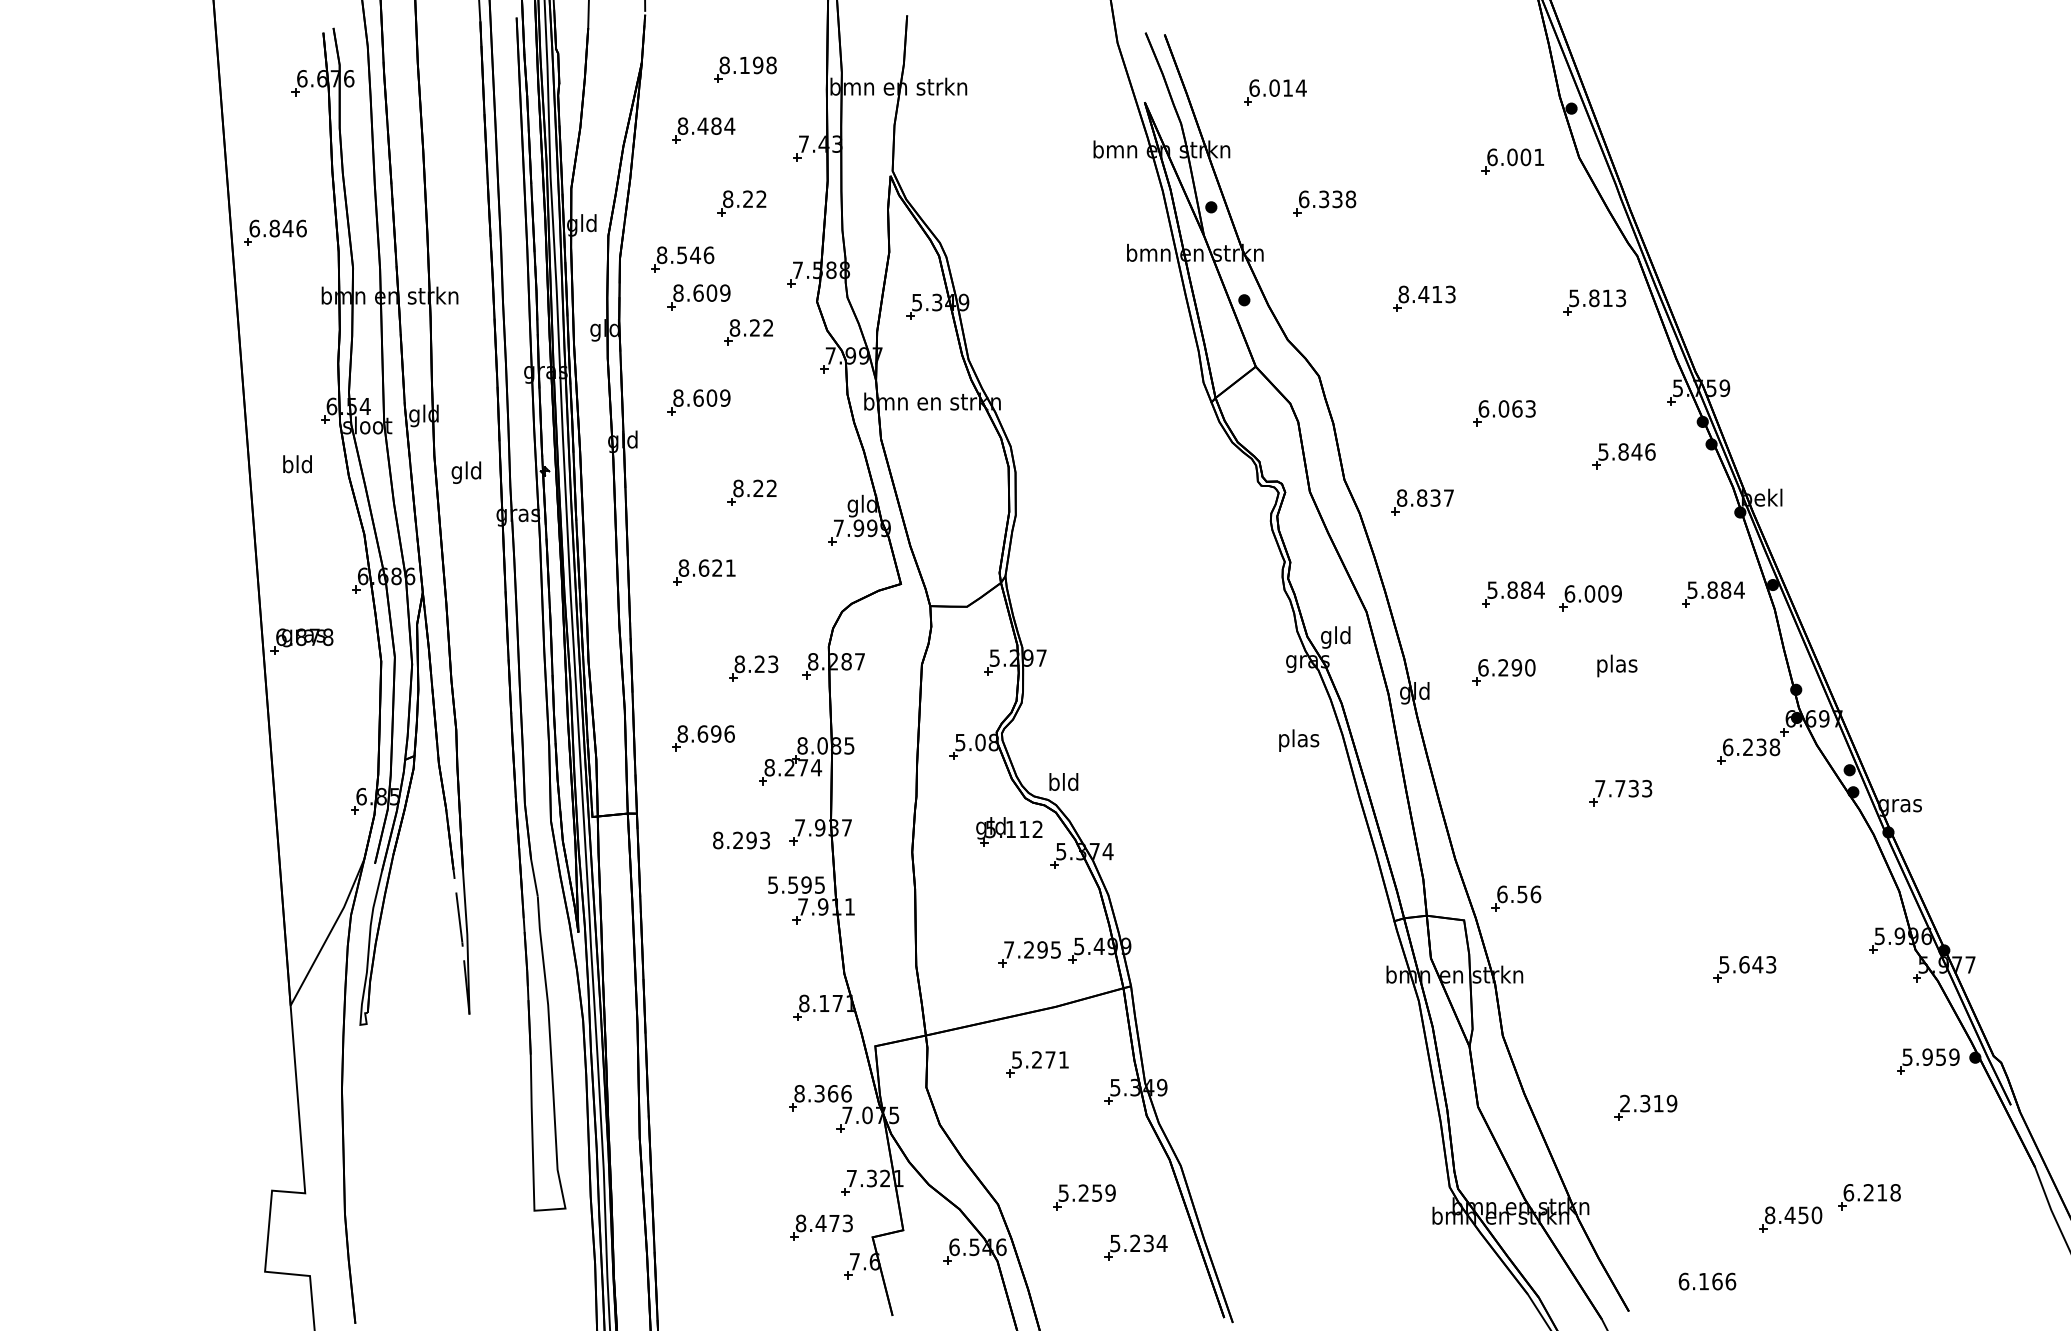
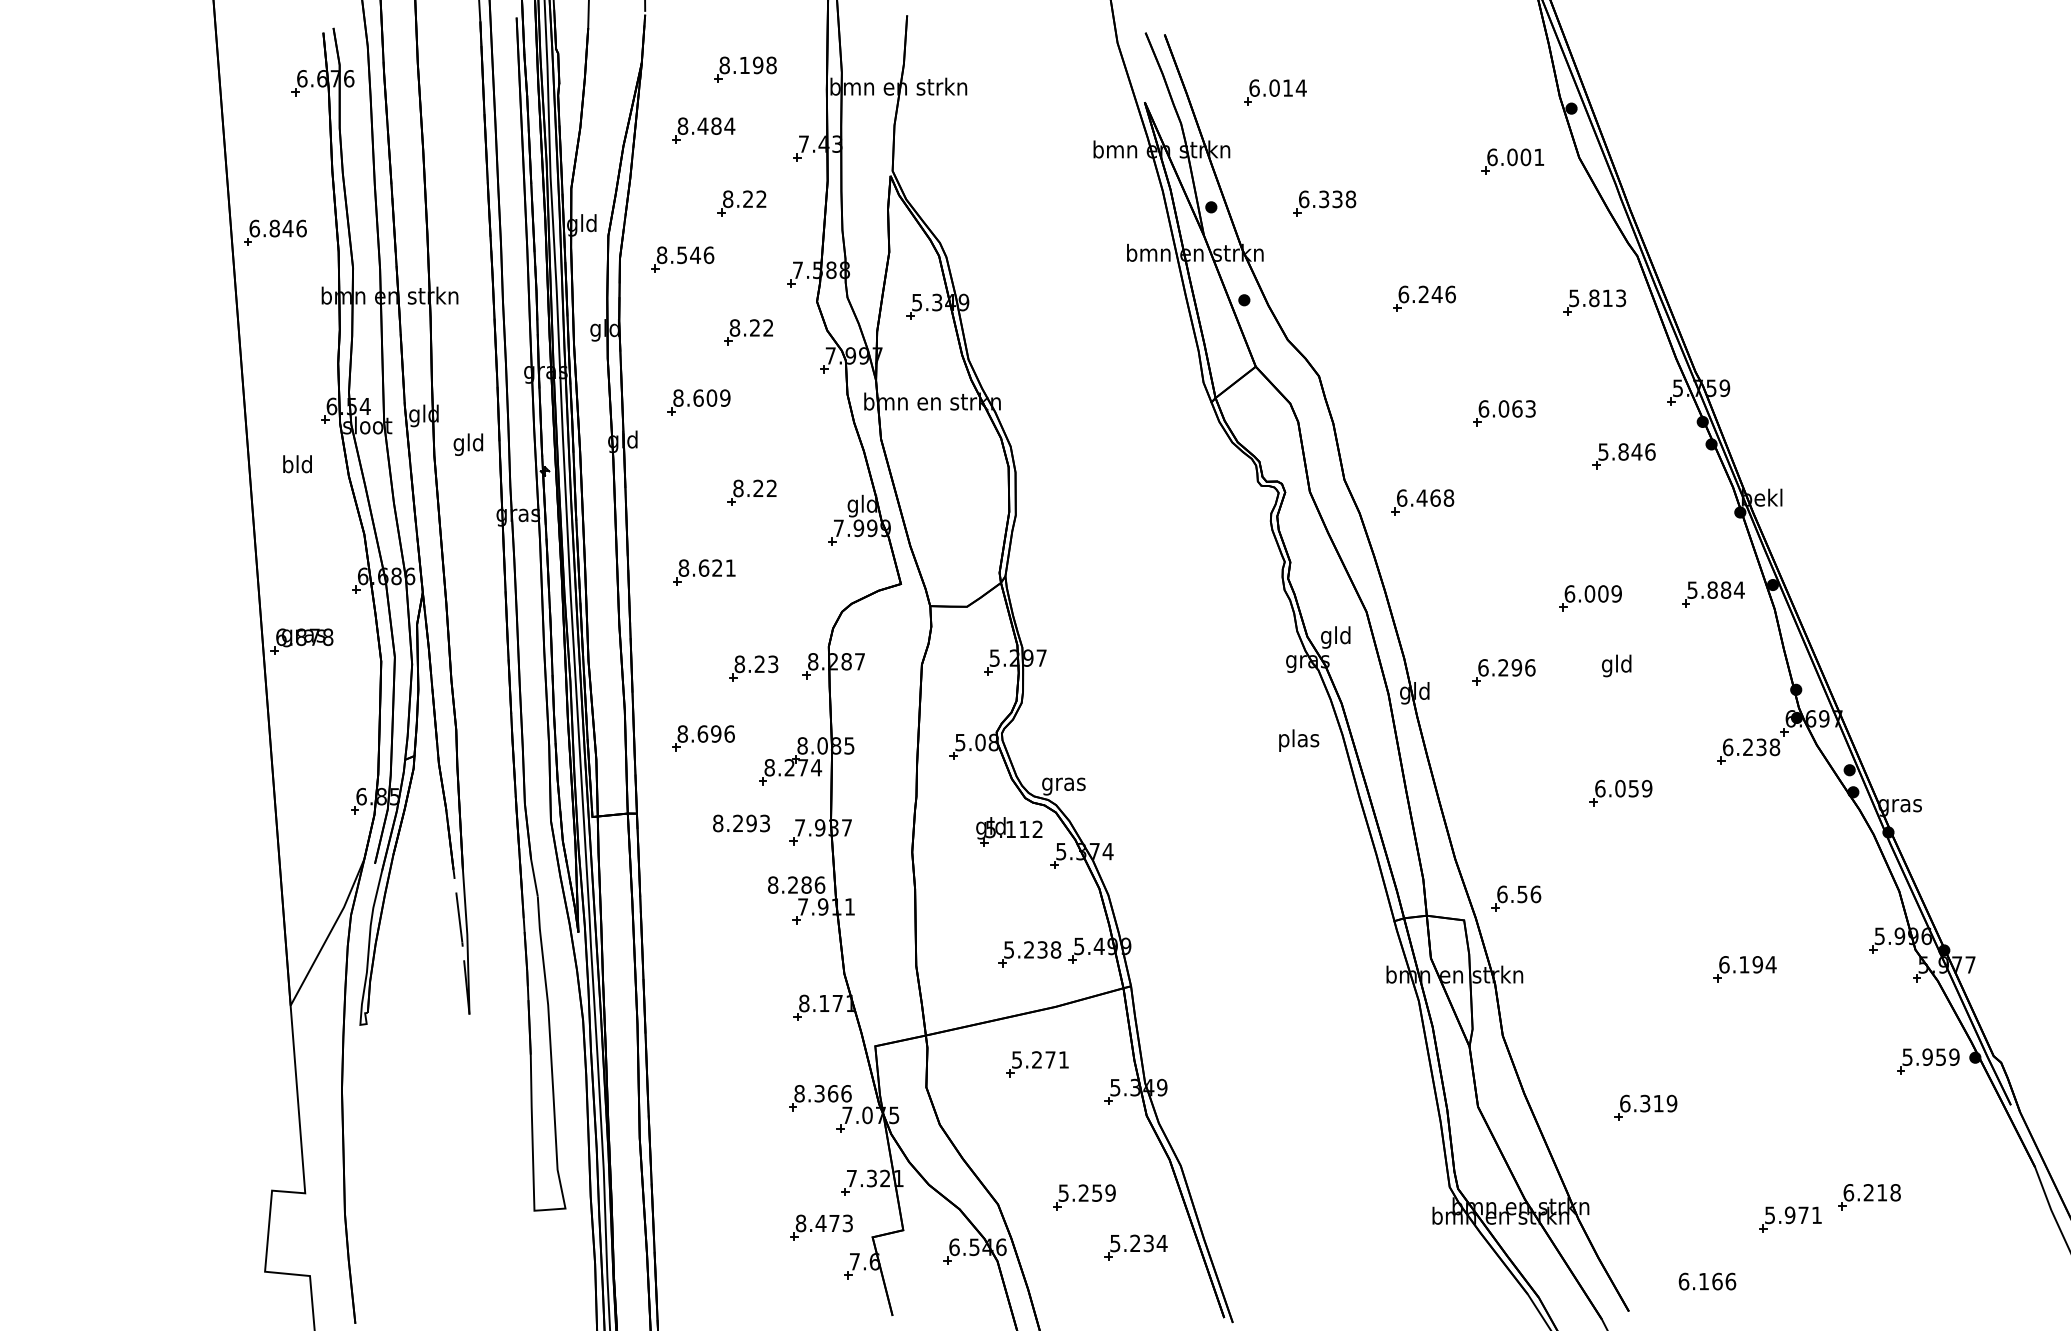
text at (1426, 294): 8.413 -> 6.246
part at (698, 297): present -> none
text at (466, 472) position: (466, 472) -> (468, 444)
text at (1425, 497): 8.837 -> 6.468
part at (1513, 594): present -> none
text at (1617, 665): plas -> gld
text at (1530, 667): 6.290 -> 6.296
text at (1063, 784): bld -> gras
text at (1623, 788): 7.733 -> 6.059
text at (741, 840) position: (741, 840) -> (741, 823)
text at (796, 884): 5.595 -> 8.286
text at (1032, 949): 7.295 -> 5.238
text at (1747, 964): 5.643 -> 6.194
text at (1625, 1103): 2.319 -> 6.319
text at (1793, 1215): 8.450 -> 5.971
